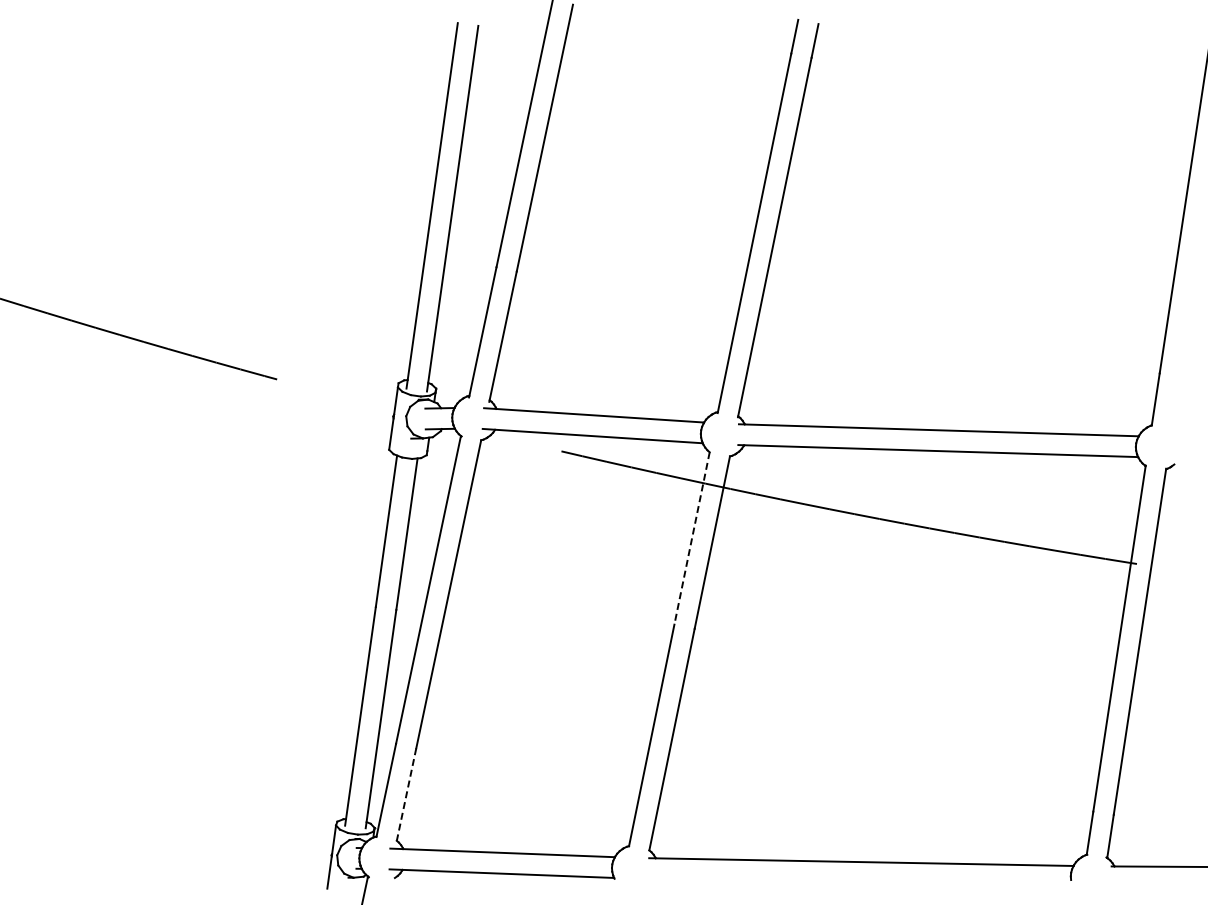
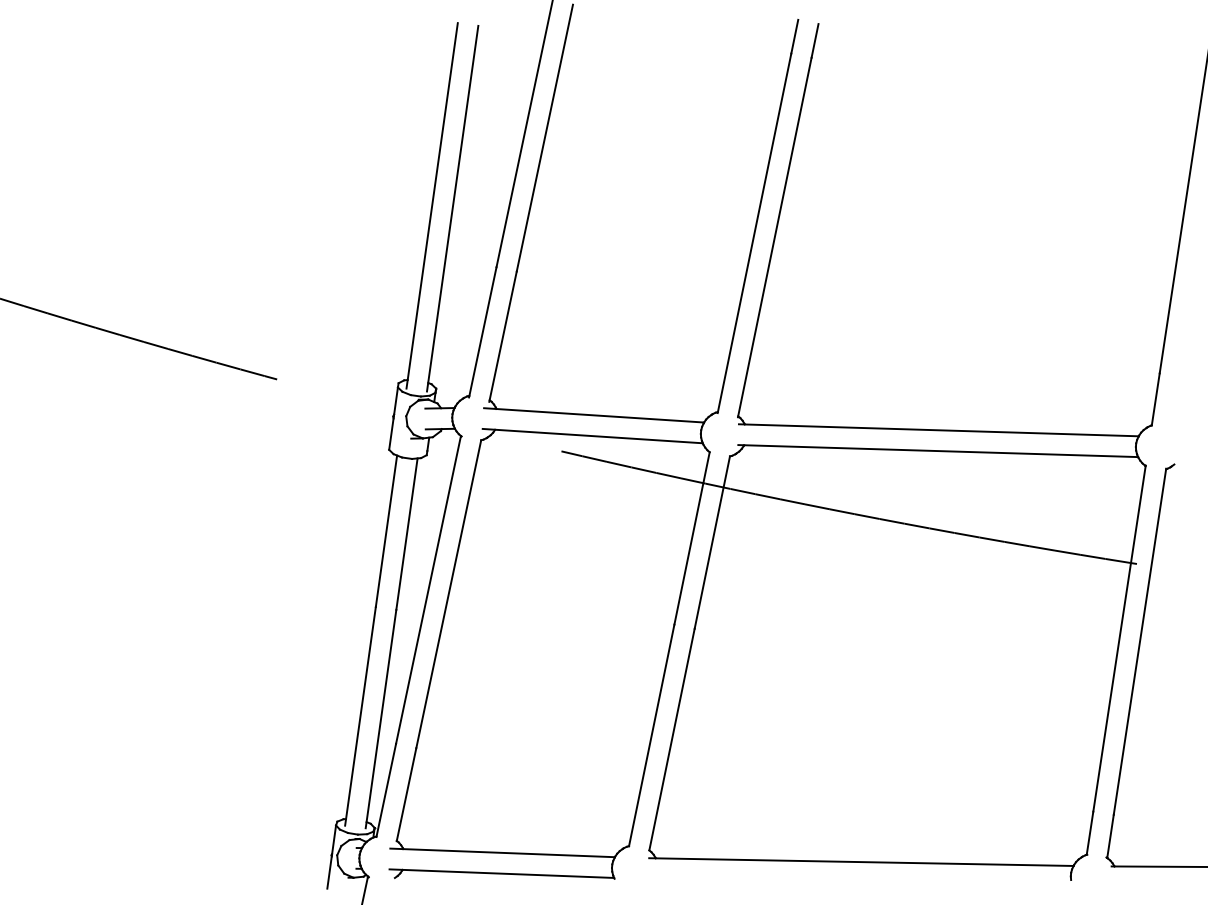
line at (691, 538): dashed -> solid
line at (406, 794): dashed -> solid
